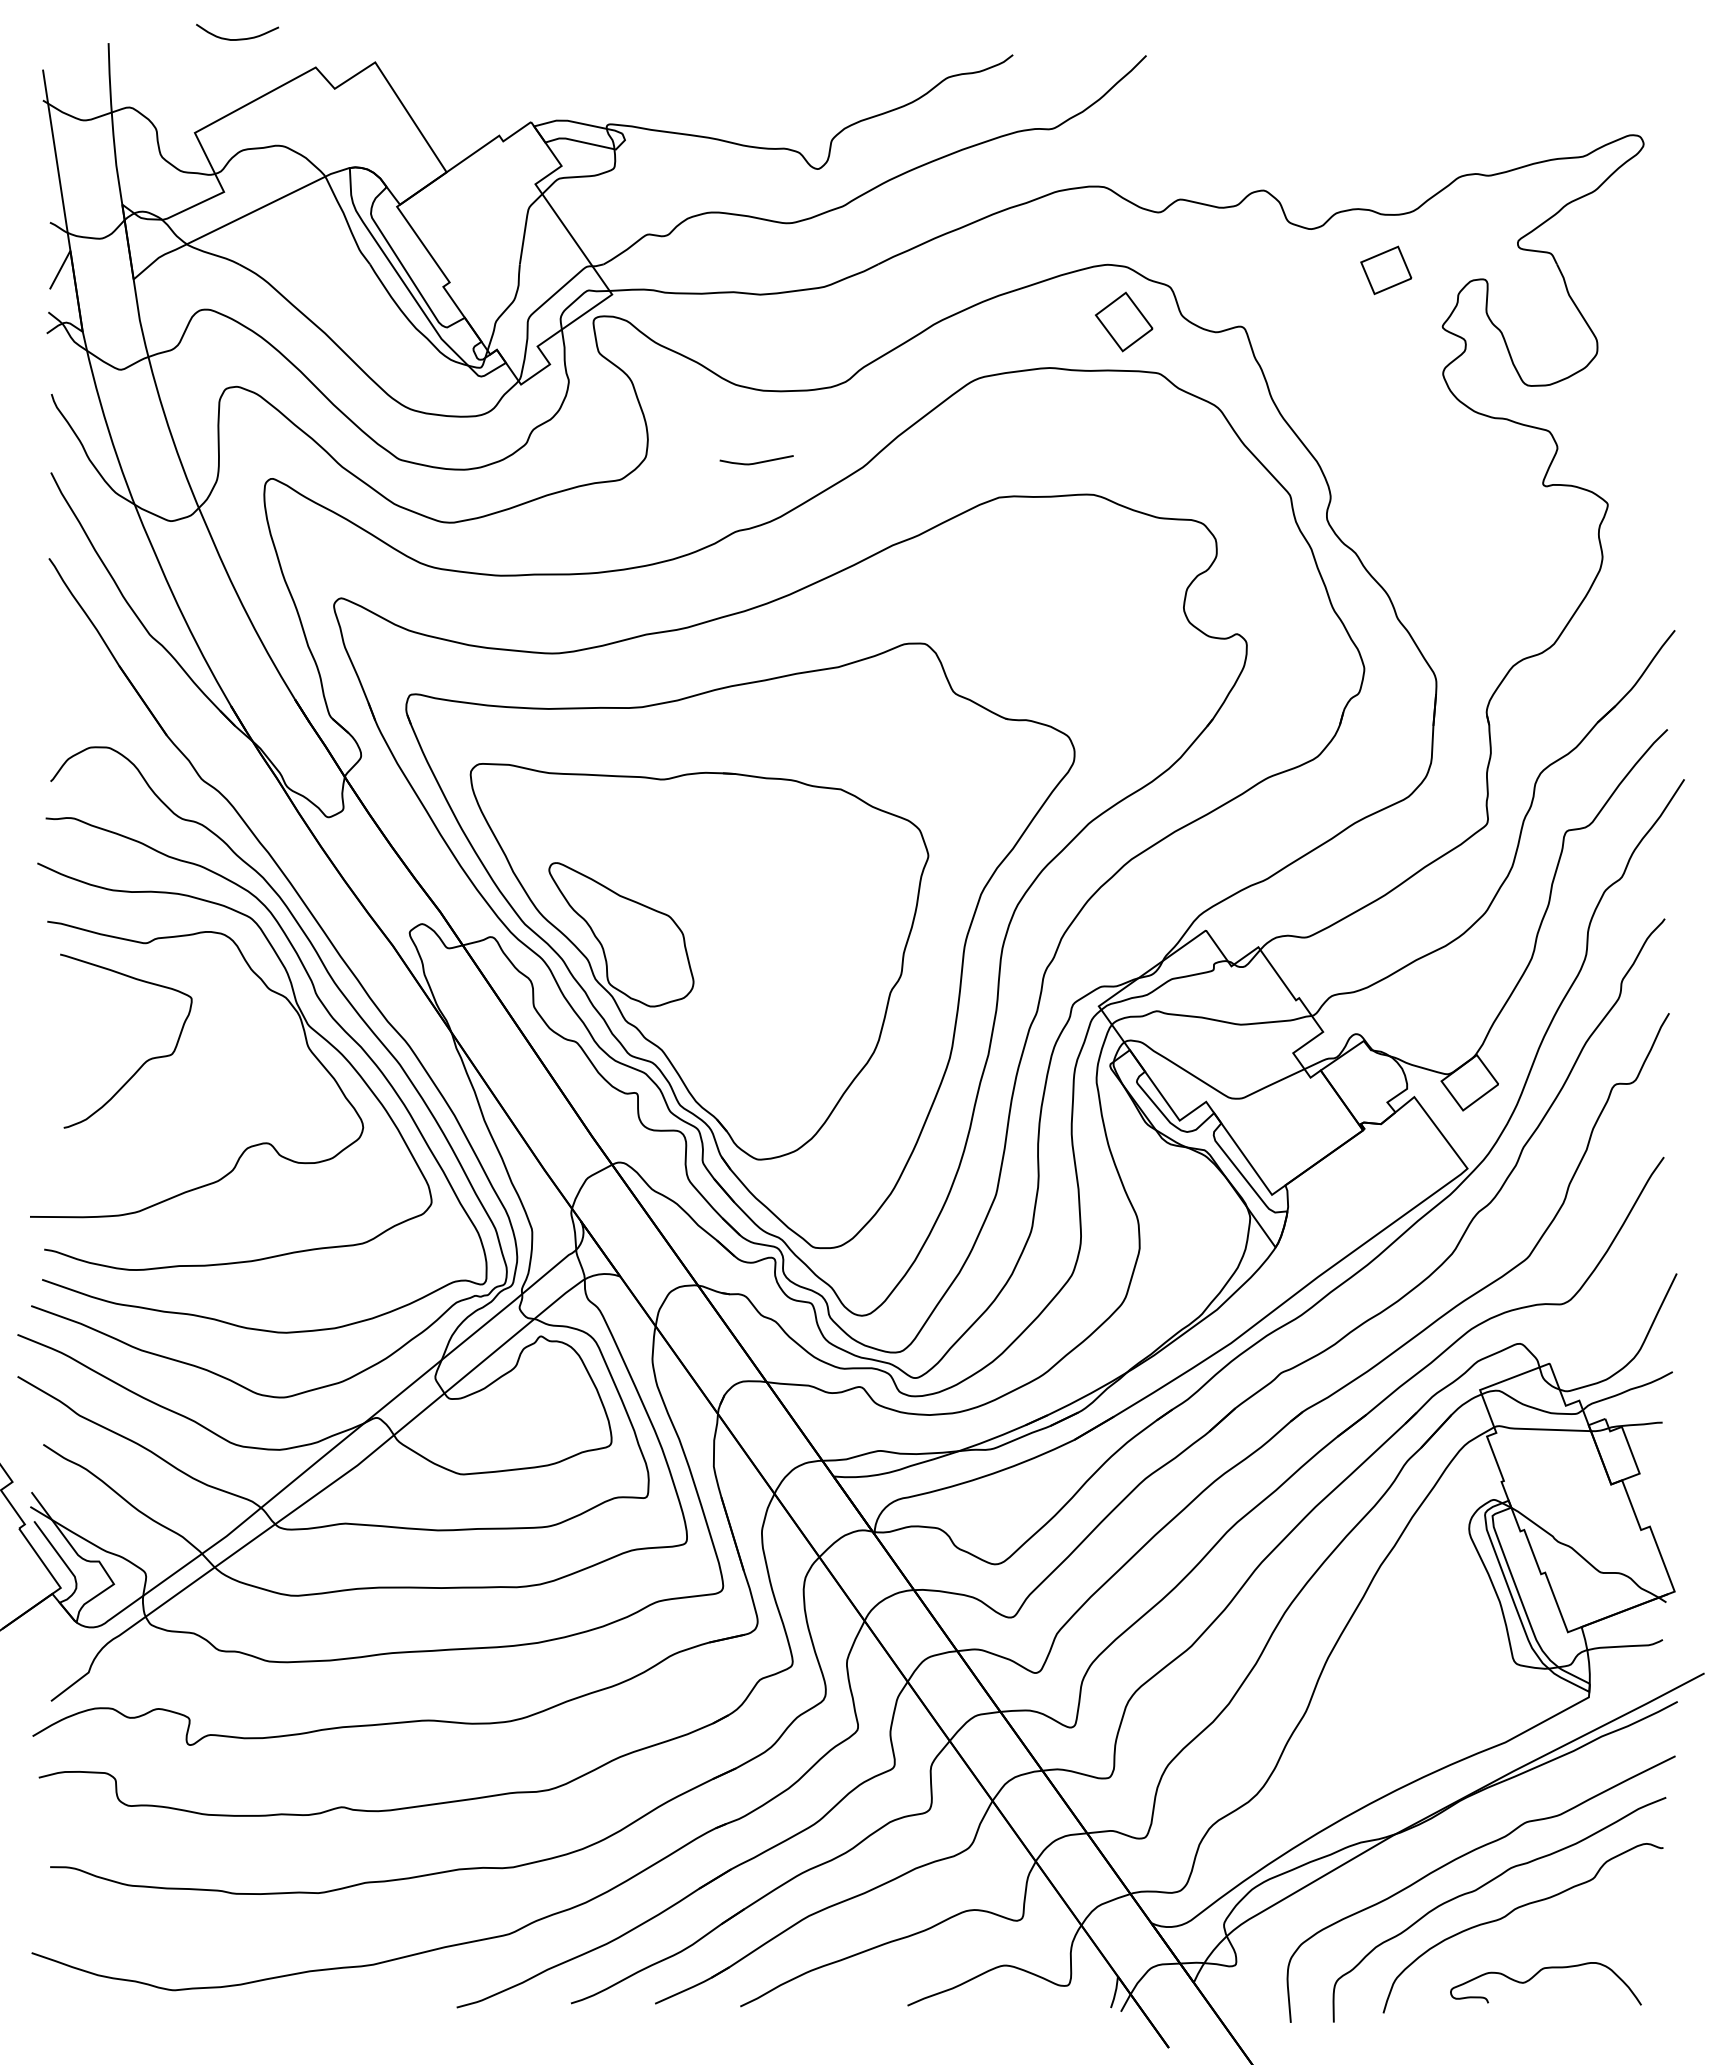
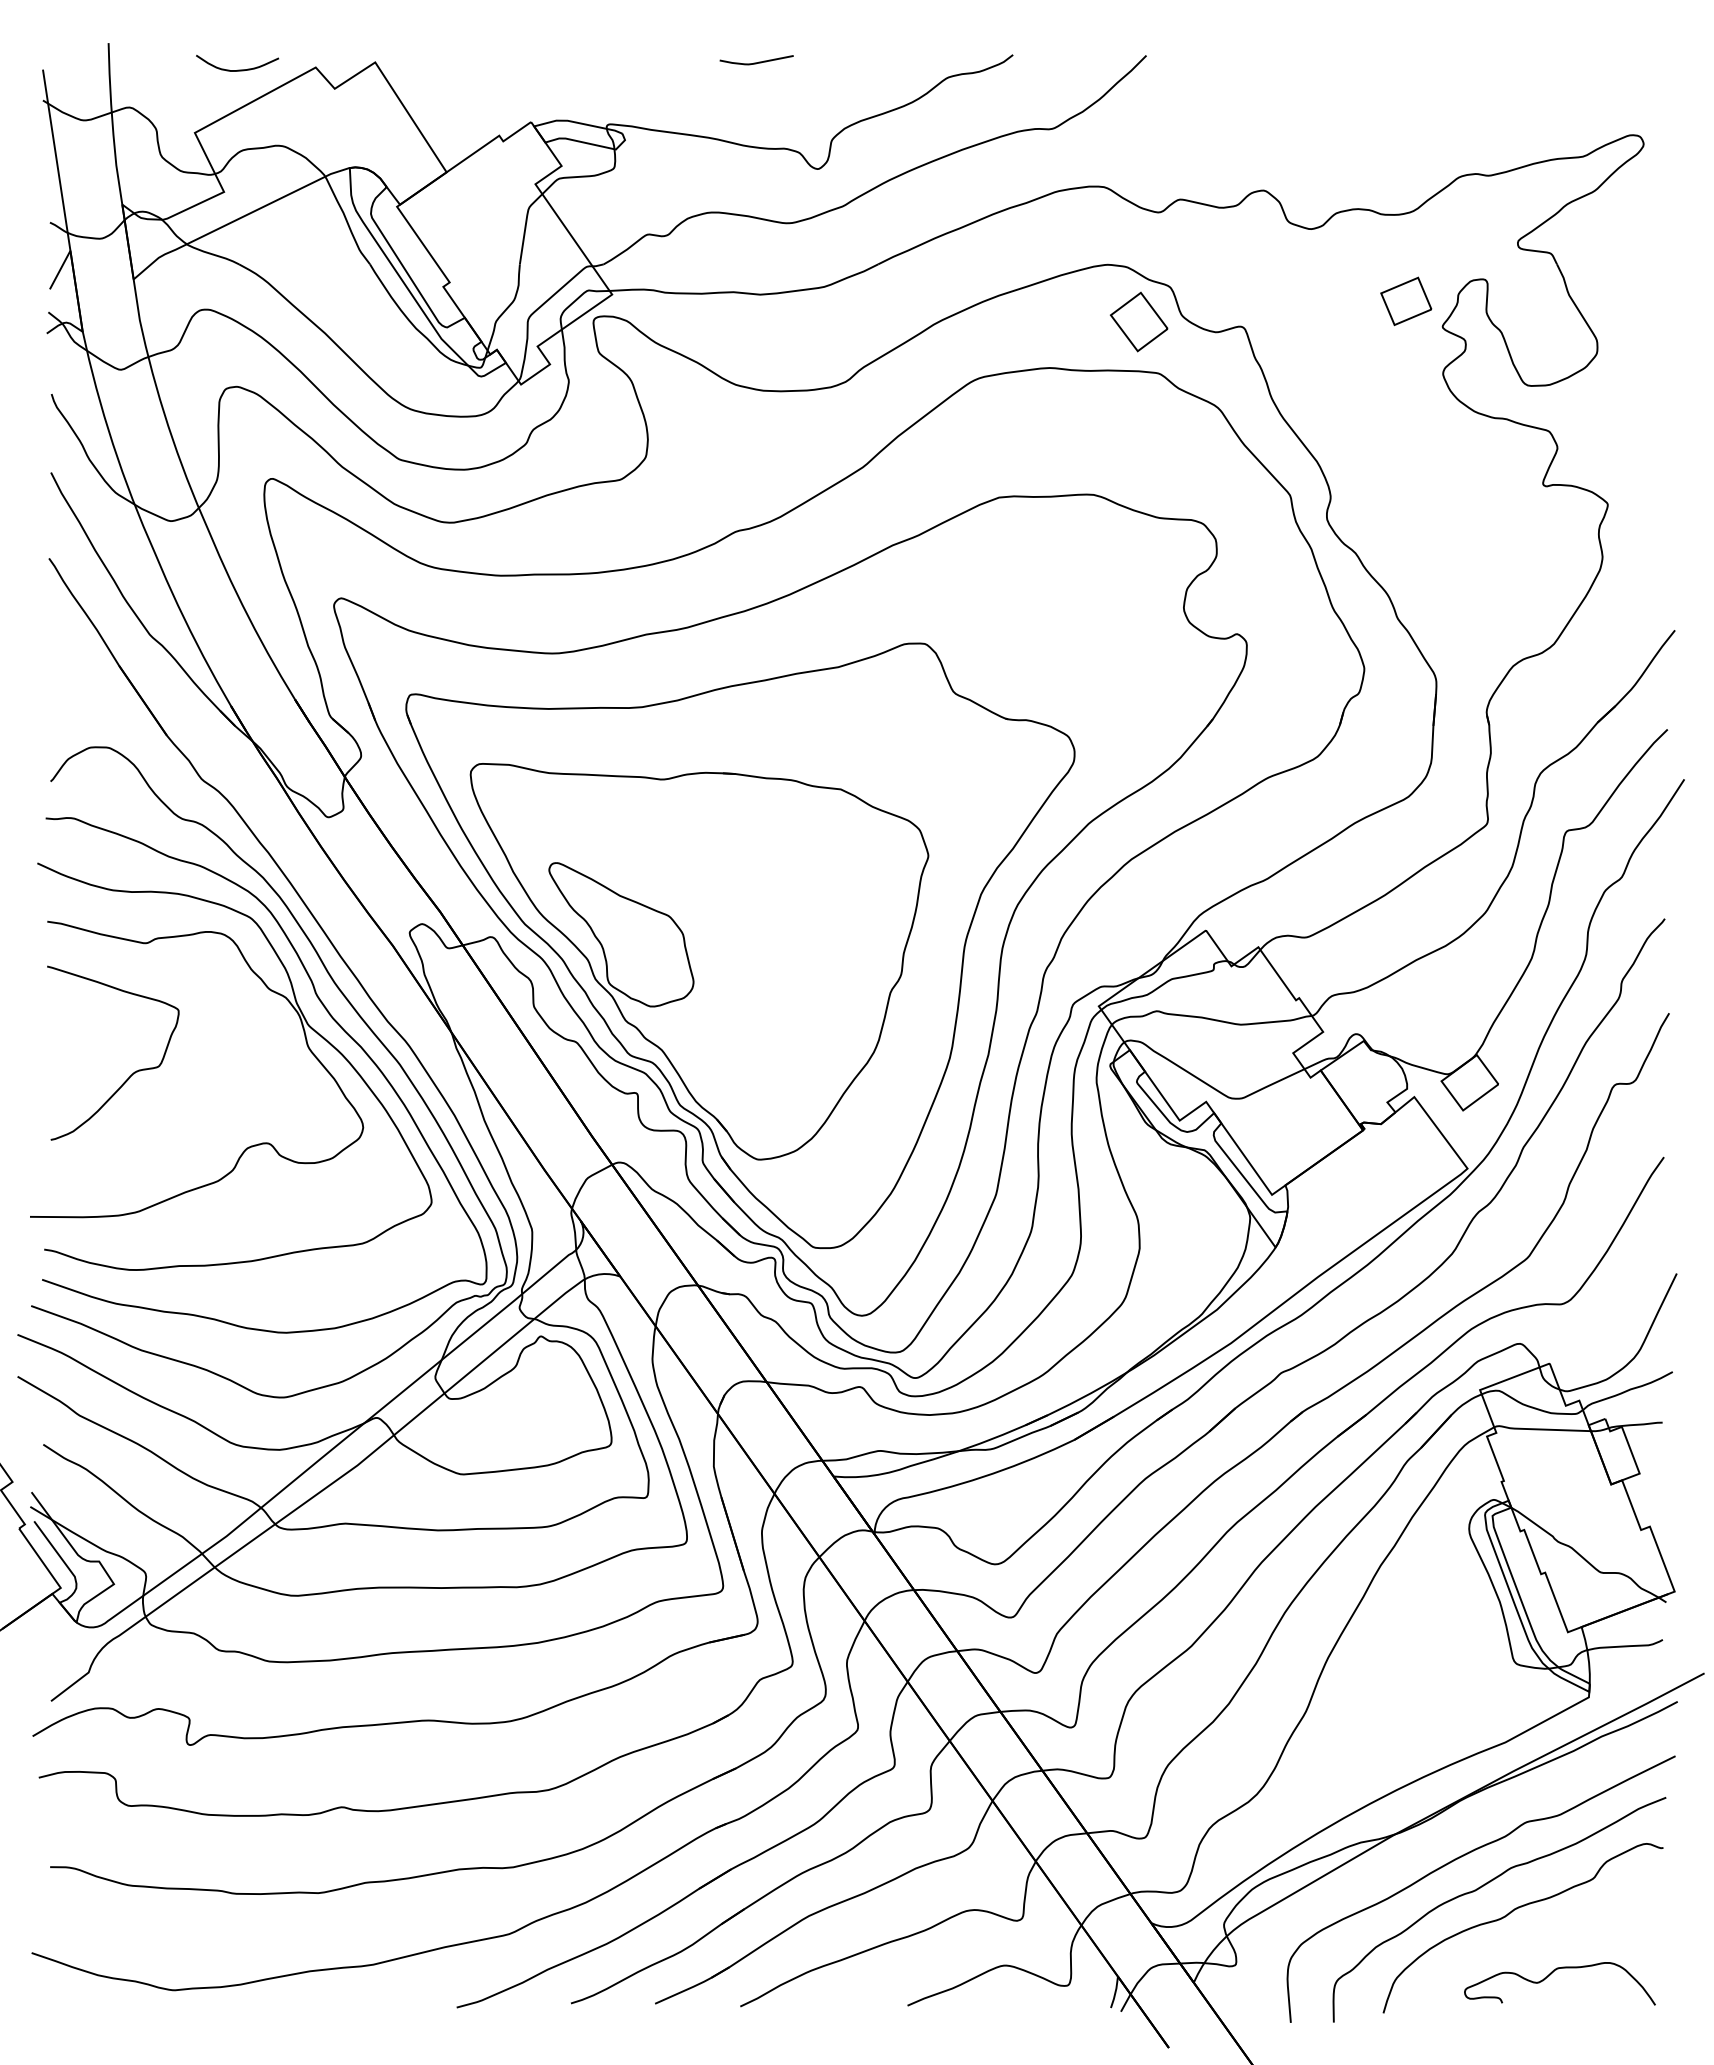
curve at (237, 38) position: (237, 38) -> (237, 69)
part at (1386, 270) position: (1386, 270) -> (1406, 301)
part at (1123, 321) position: (1123, 321) -> (1138, 321)
curve at (756, 462) position: (756, 462) -> (756, 62)
curve at (146, 1060) position: (146, 1060) -> (133, 1072)
curve at (1537, 1974) position: (1537, 1974) -> (1551, 1974)
